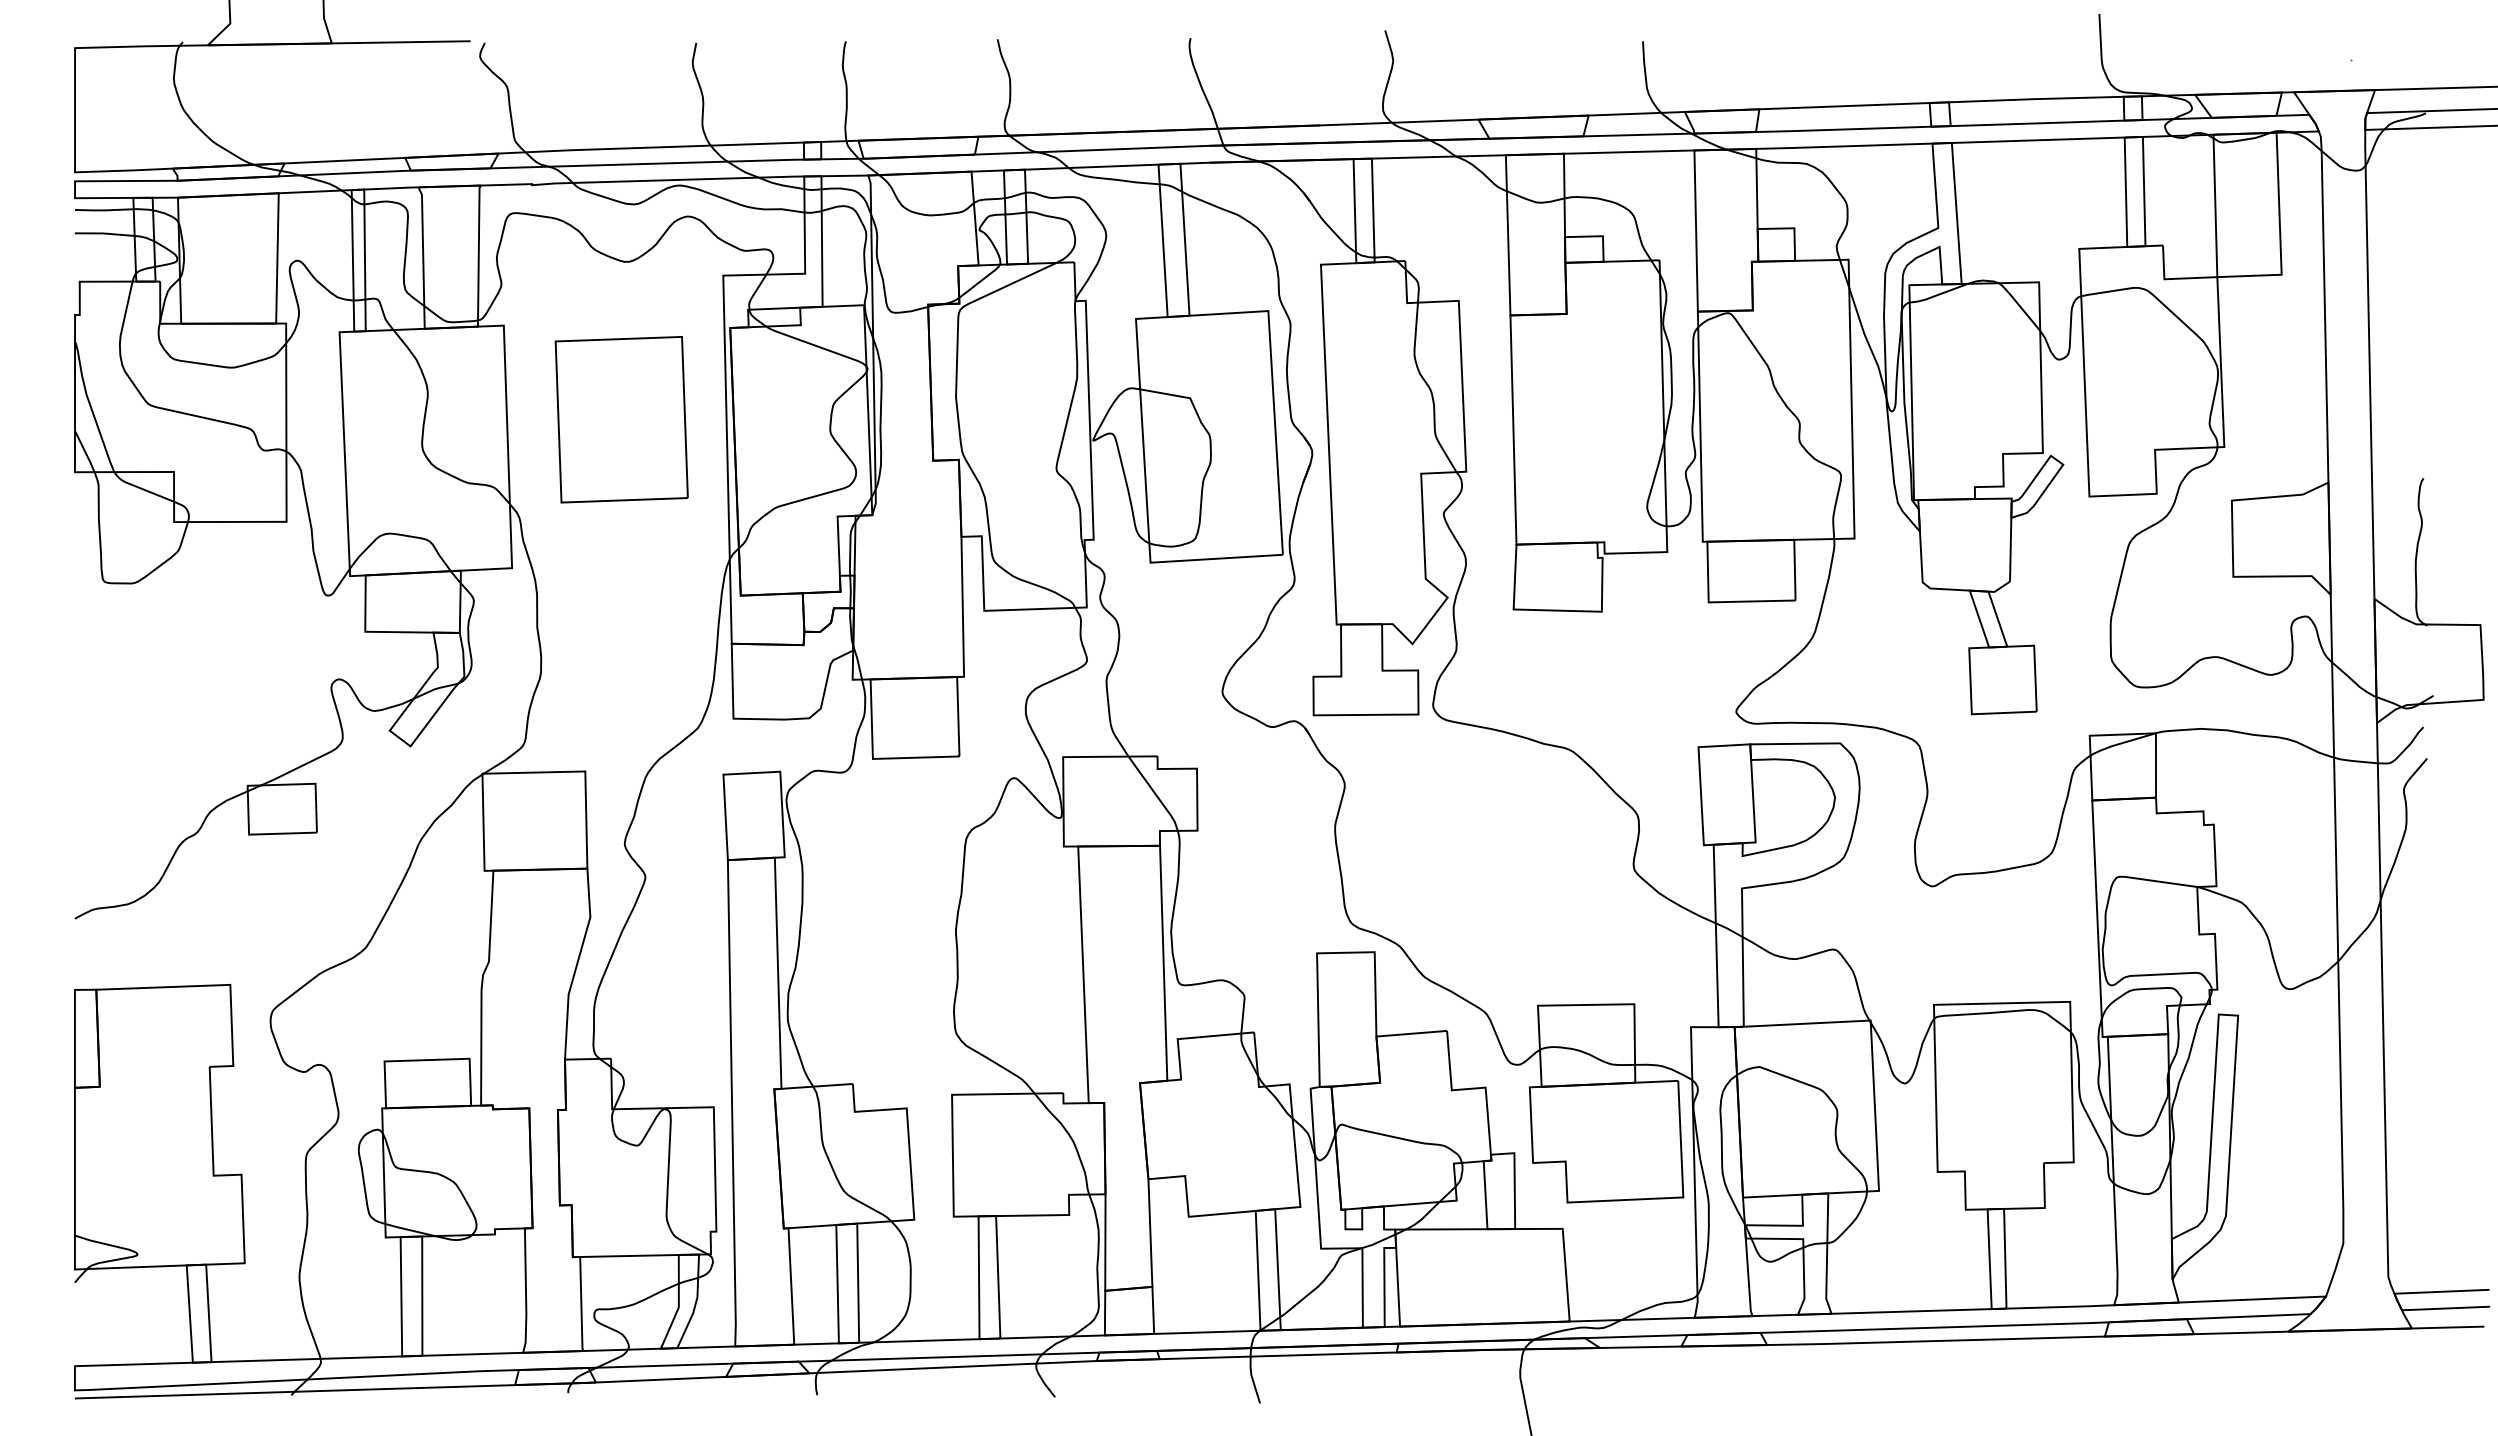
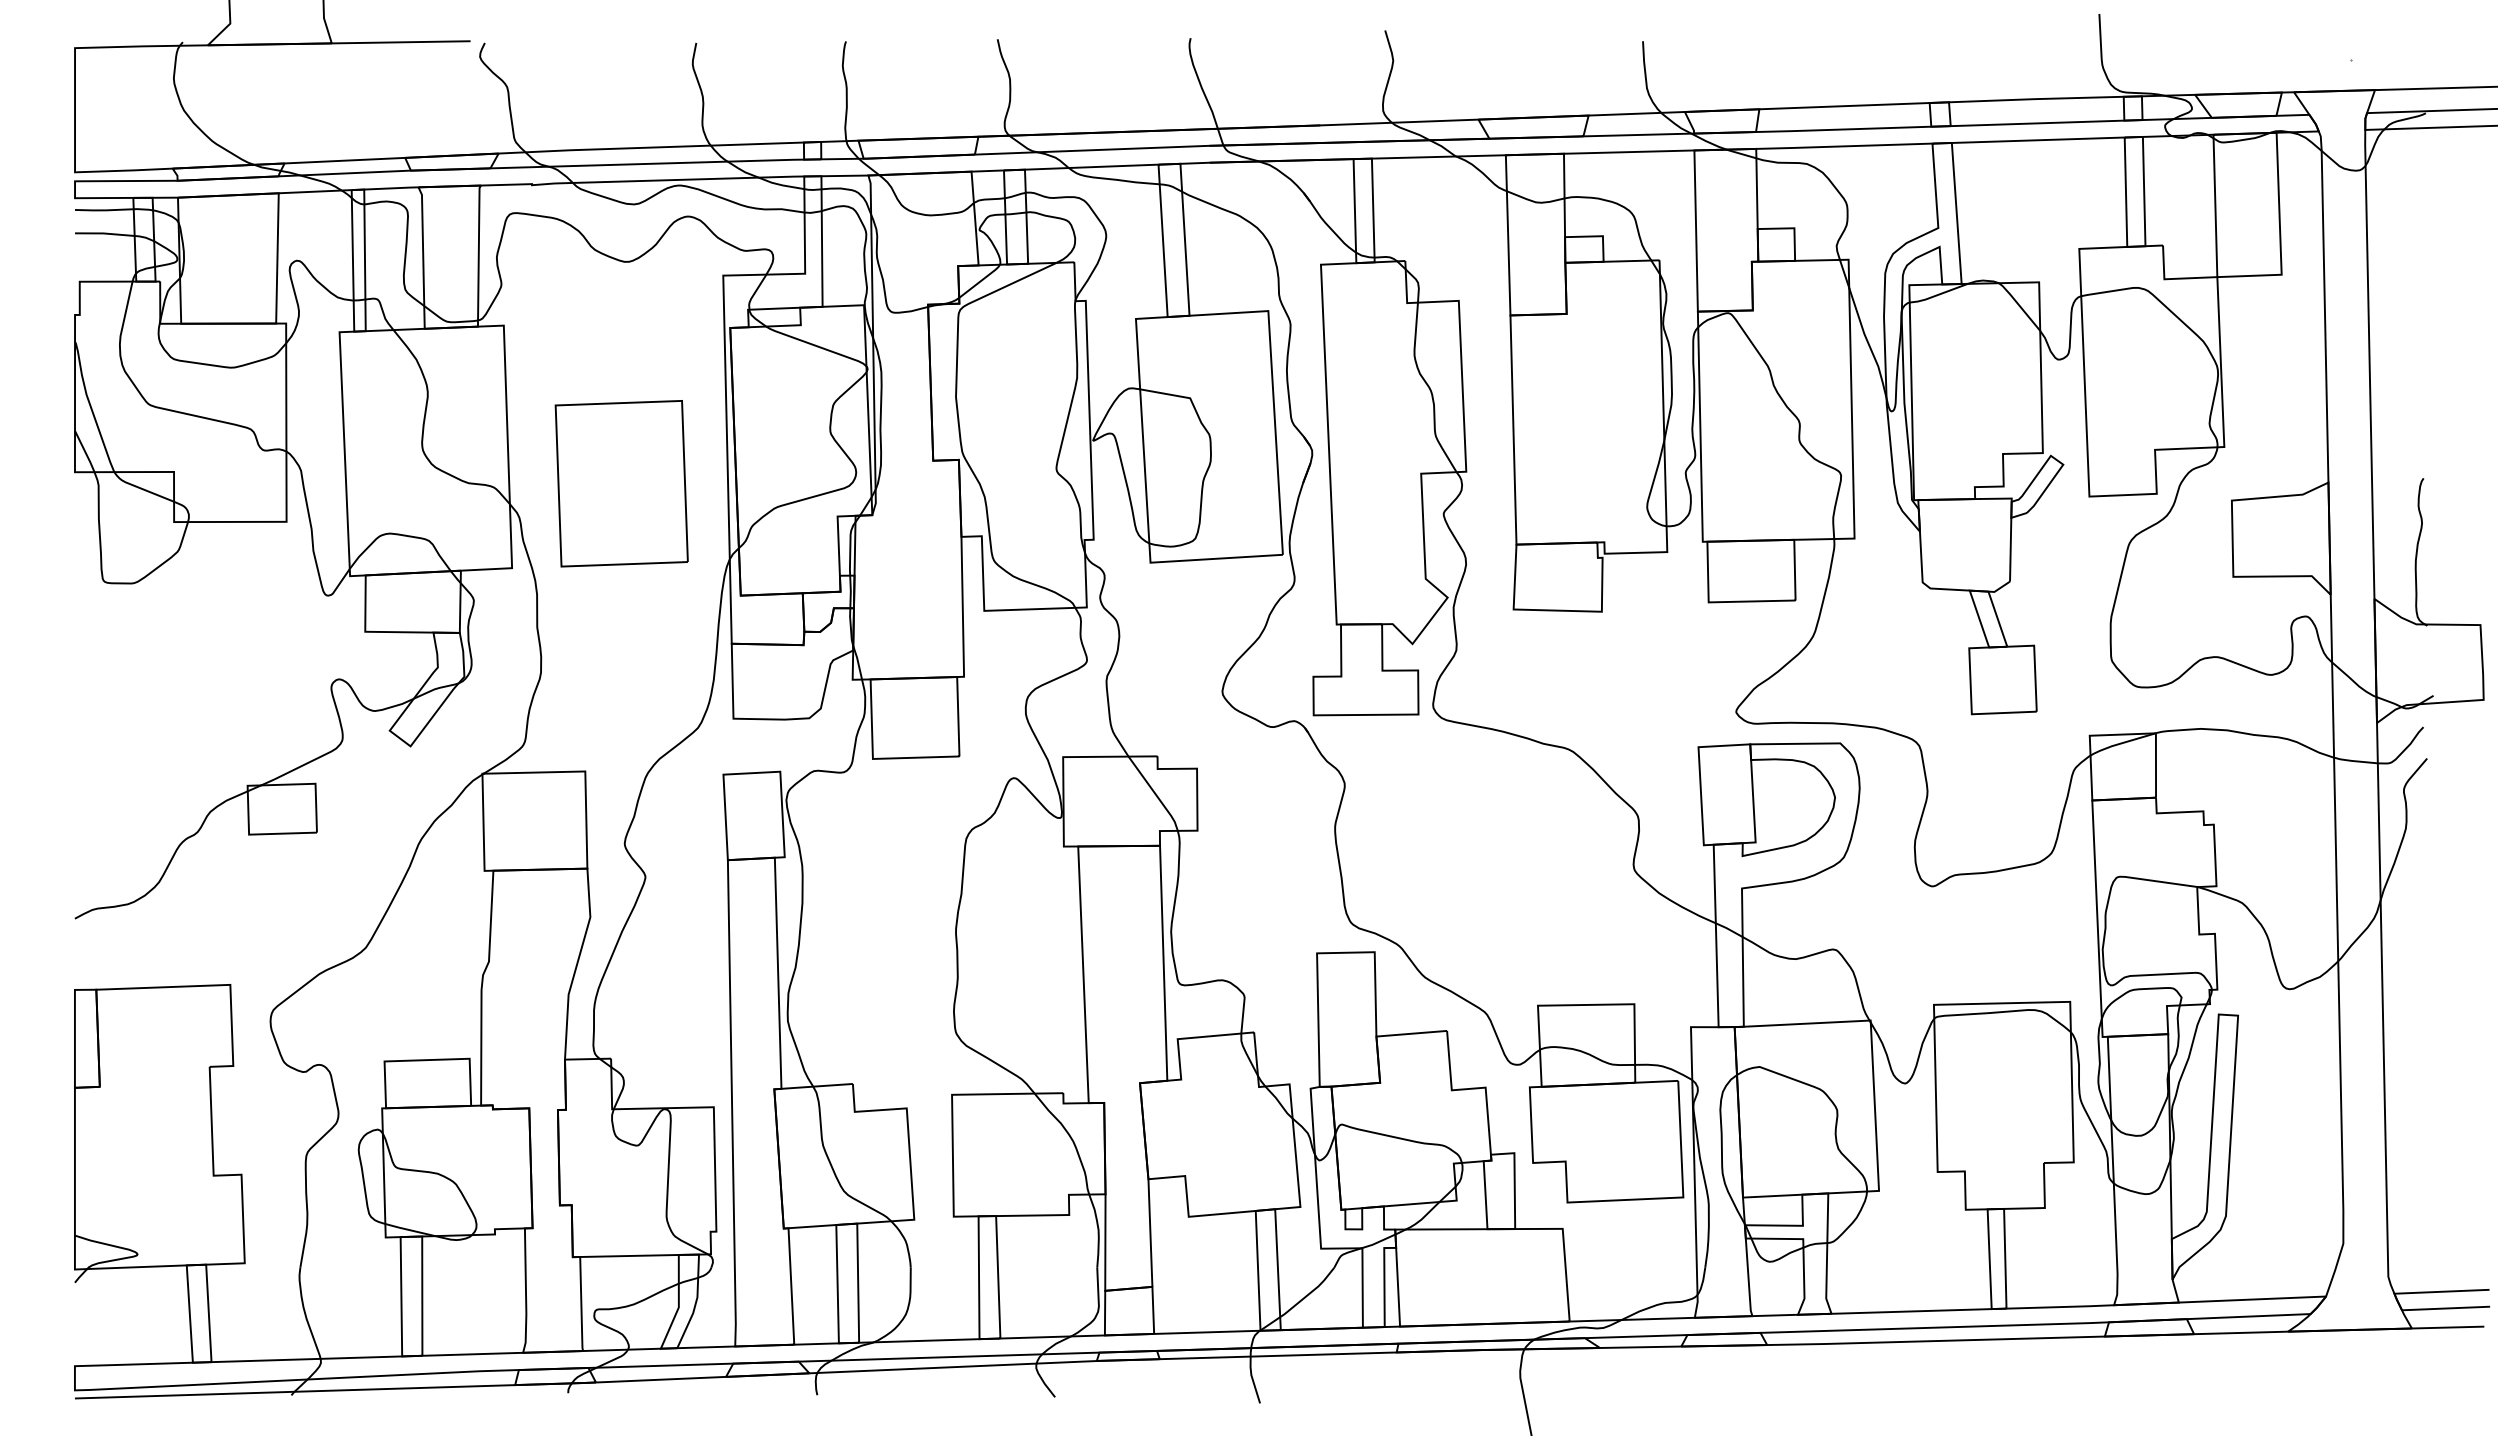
part at (621, 419) position: (621, 419) -> (621, 483)
